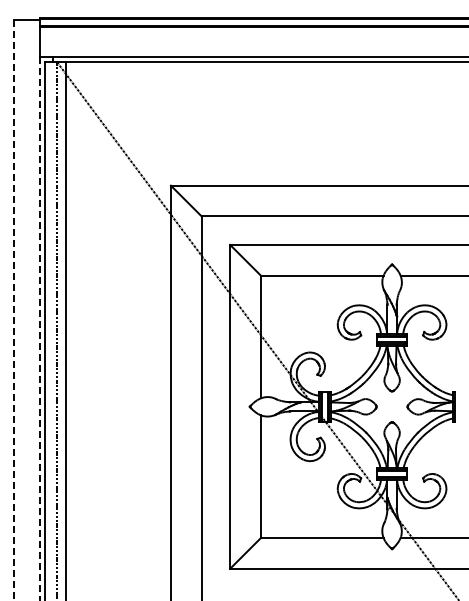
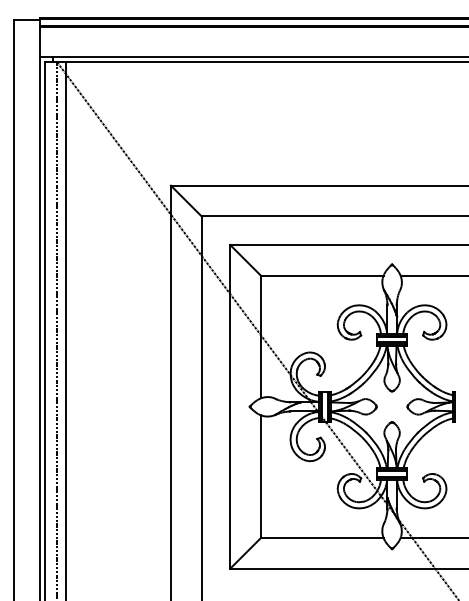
line at (14, 310): dashed -> solid
line at (39, 328): dashed -> solid
